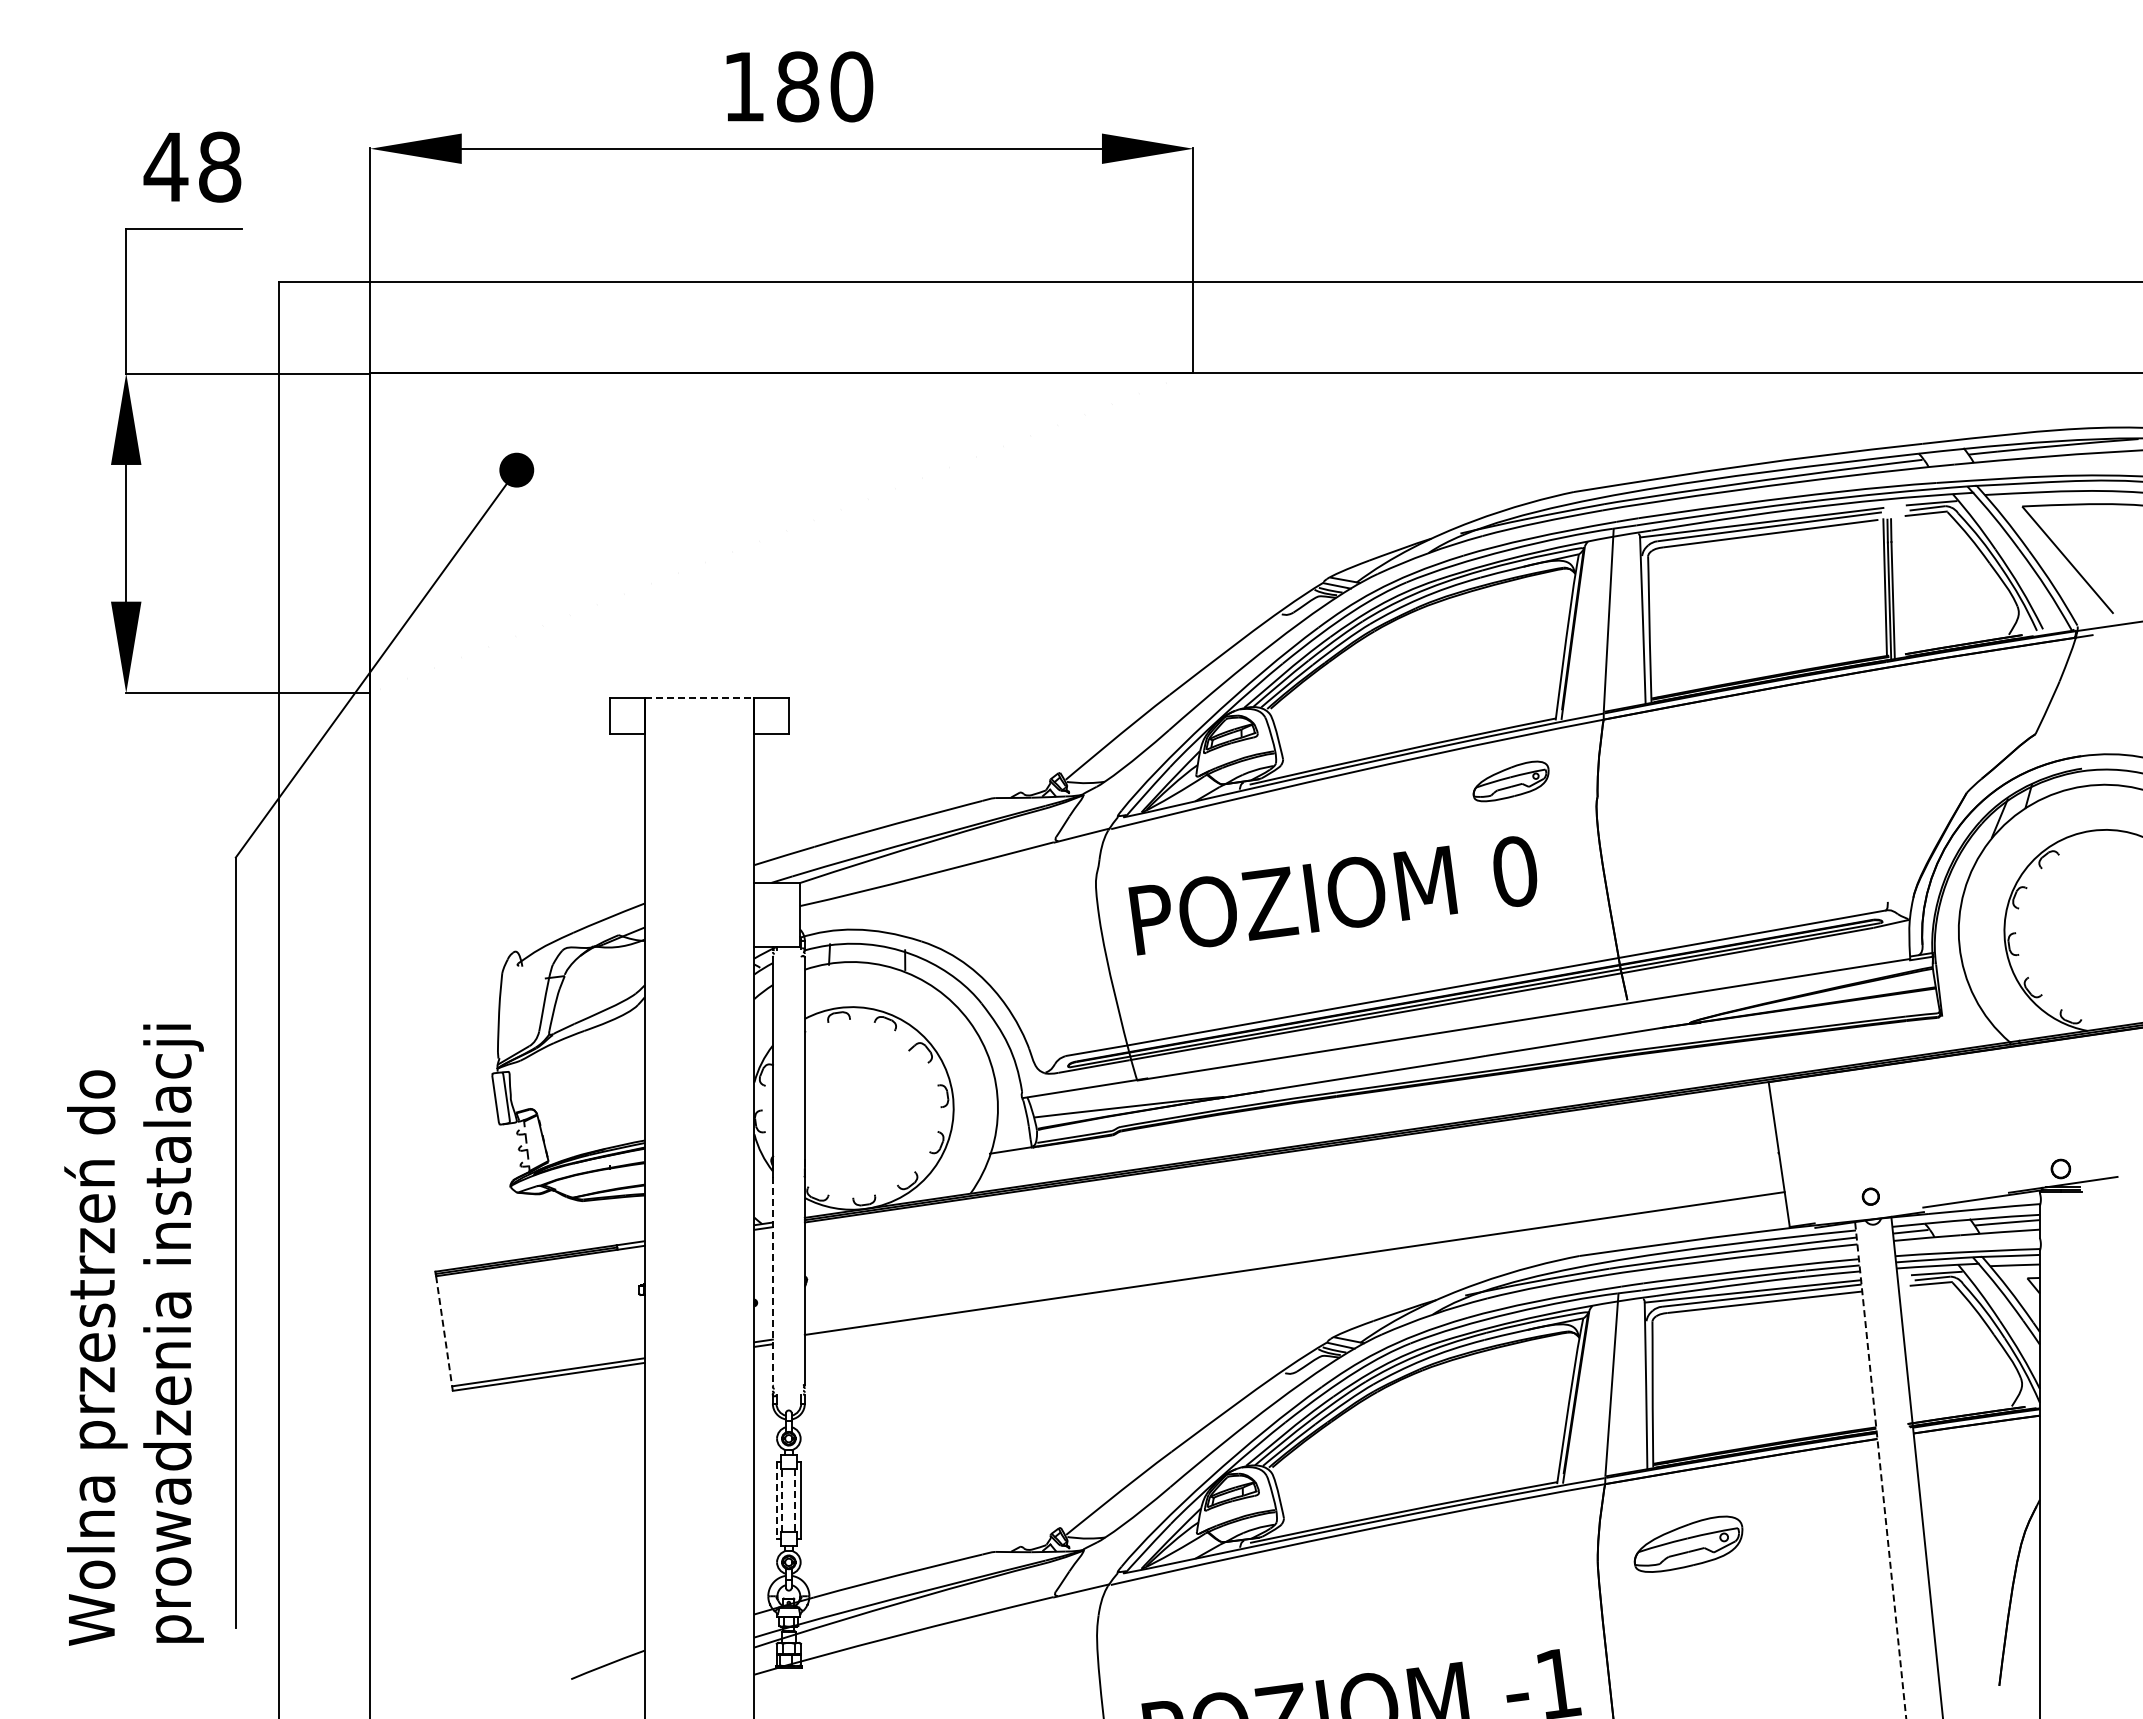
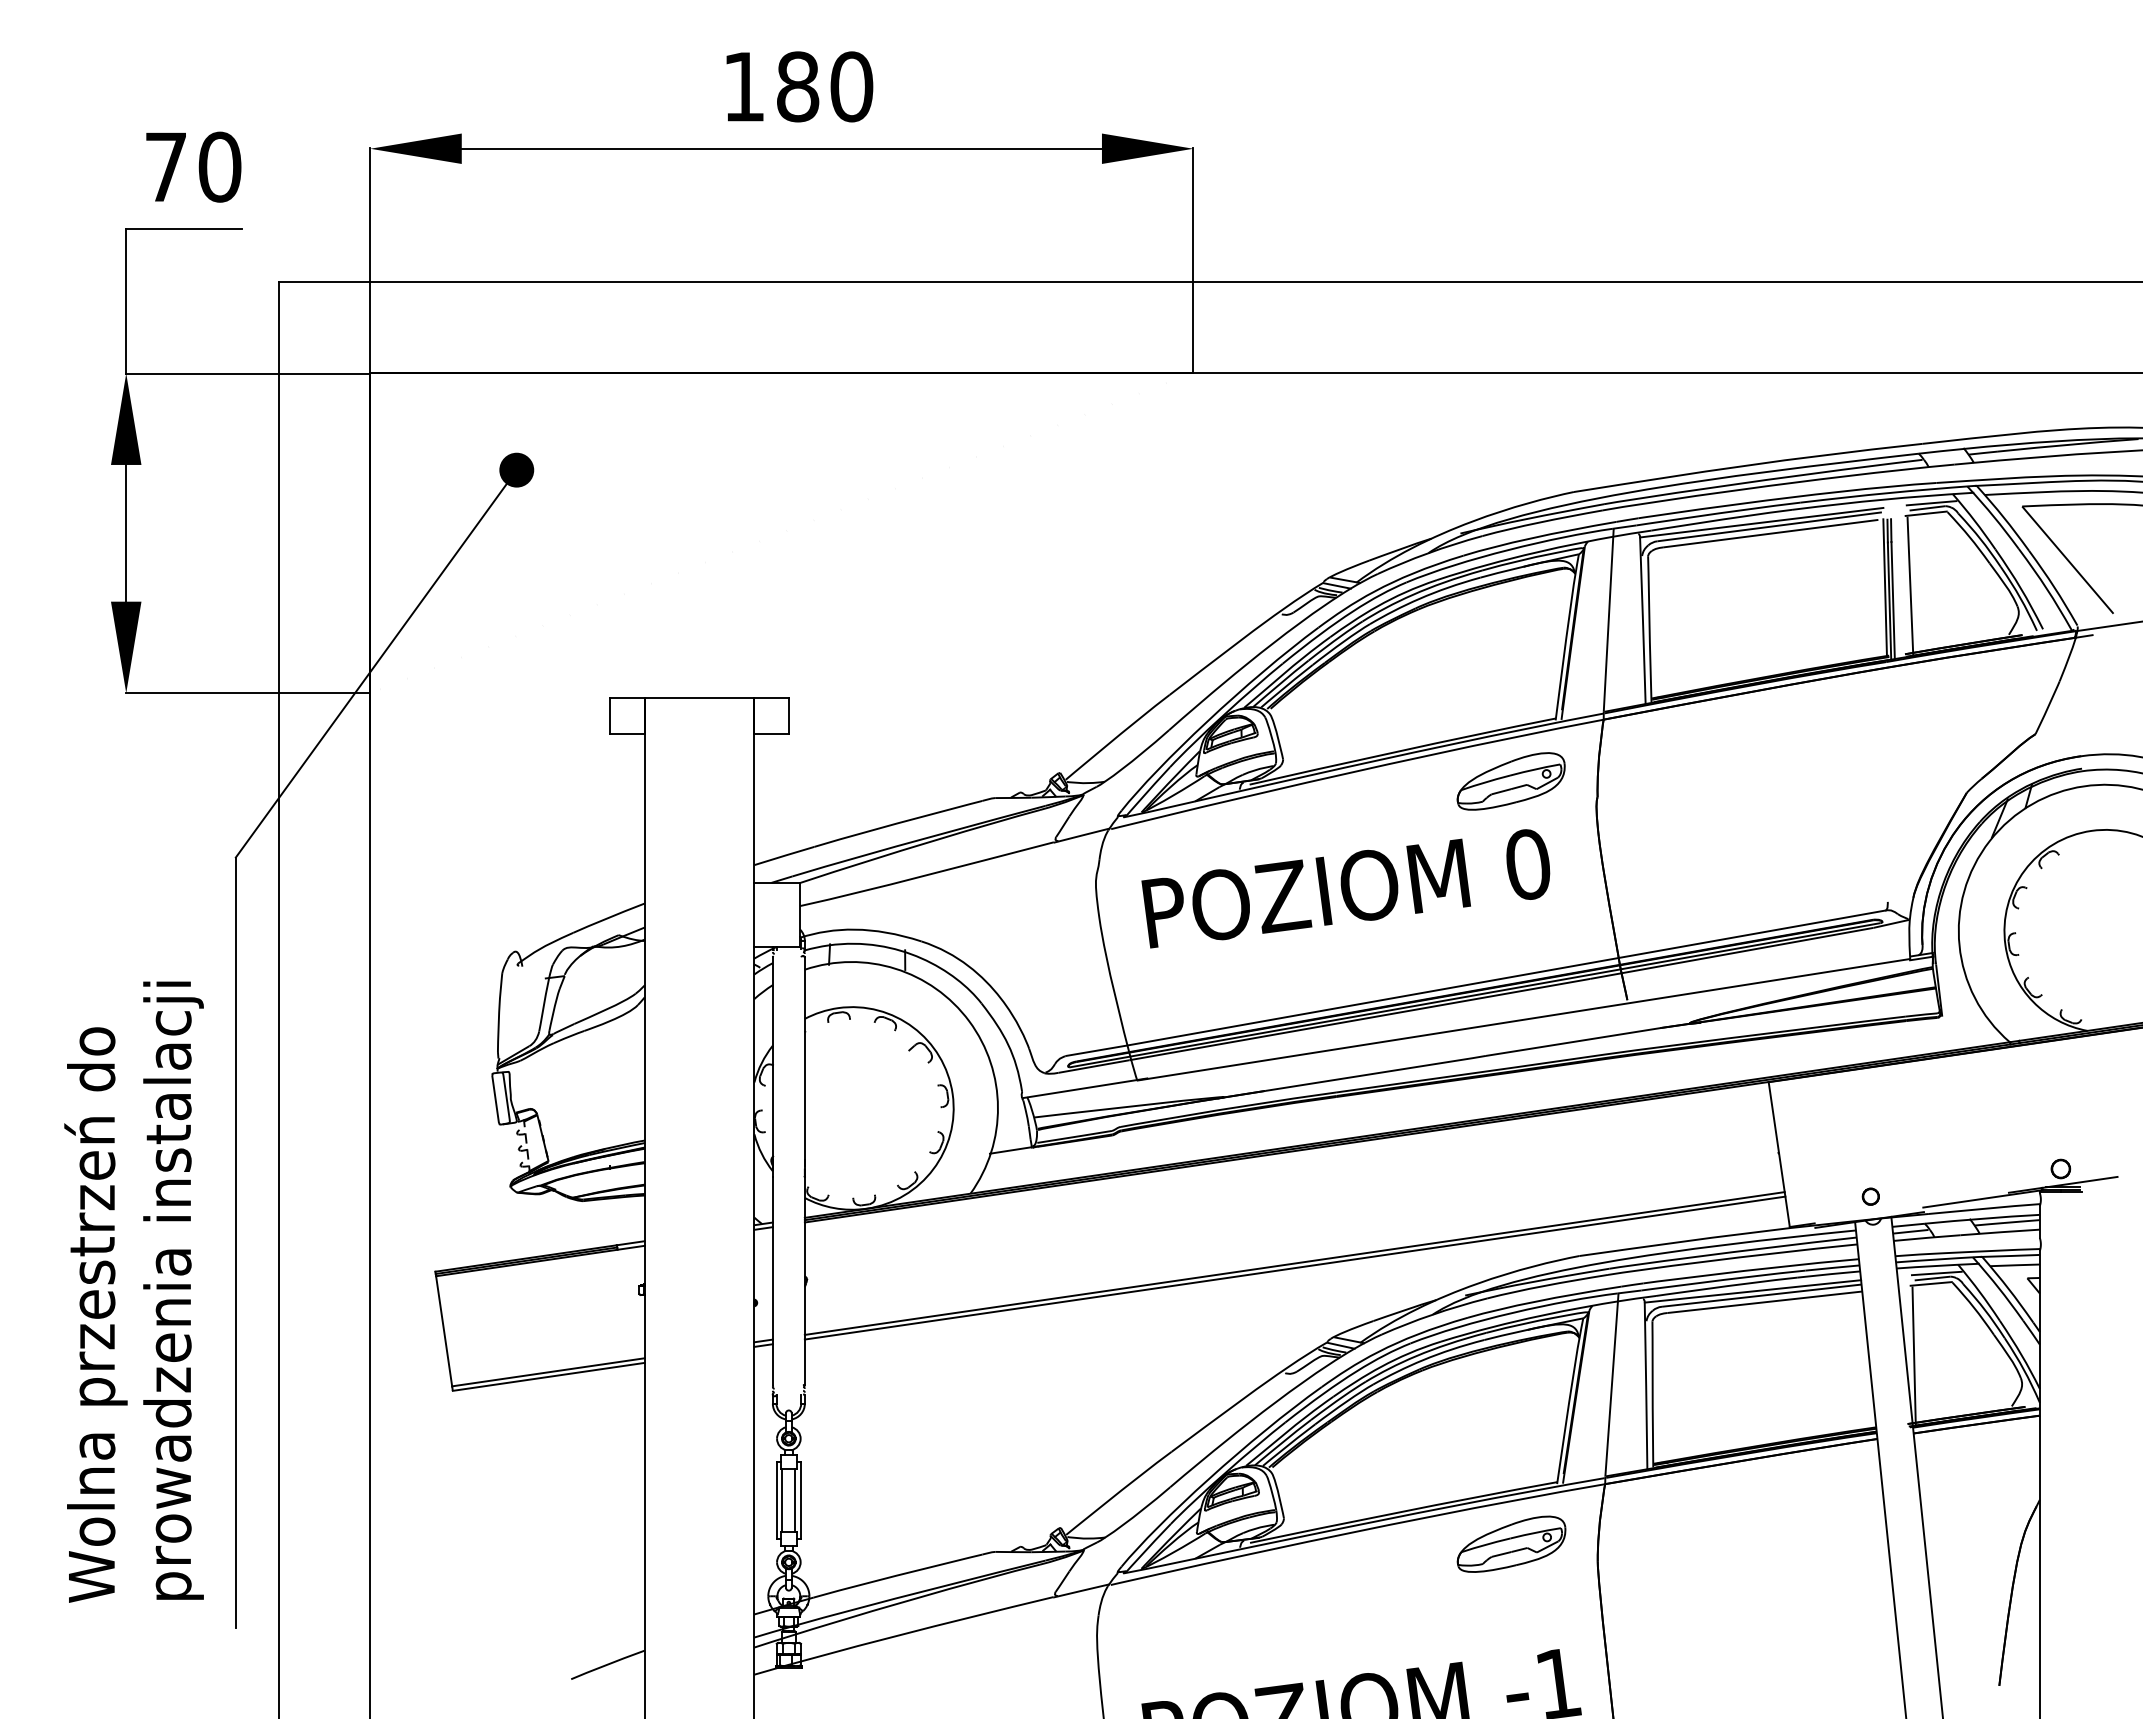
text at (192, 167): 48 -> 70
line at (1910, 586): none -> present
line at (699, 697): dashed -> solid
part at (1510, 781) size: 78x43 px -> 110x59 px
text at (1332, 895) position: (1332, 895) -> (1345, 888)
line at (1294, 1267): none -> present
line at (772, 1281): dashed -> solid
line at (444, 1331): dashed -> solid
text at (133, 1334) position: (133, 1334) -> (133, 1291)
line at (1913, 1356): none -> present
line at (1880, 1469): dashed -> solid
line at (782, 1500): dashed -> solid
line at (776, 1501): dashed -> solid
line at (795, 1501): dashed -> solid
part at (1688, 1543) position: (1688, 1543) -> (1511, 1543)
